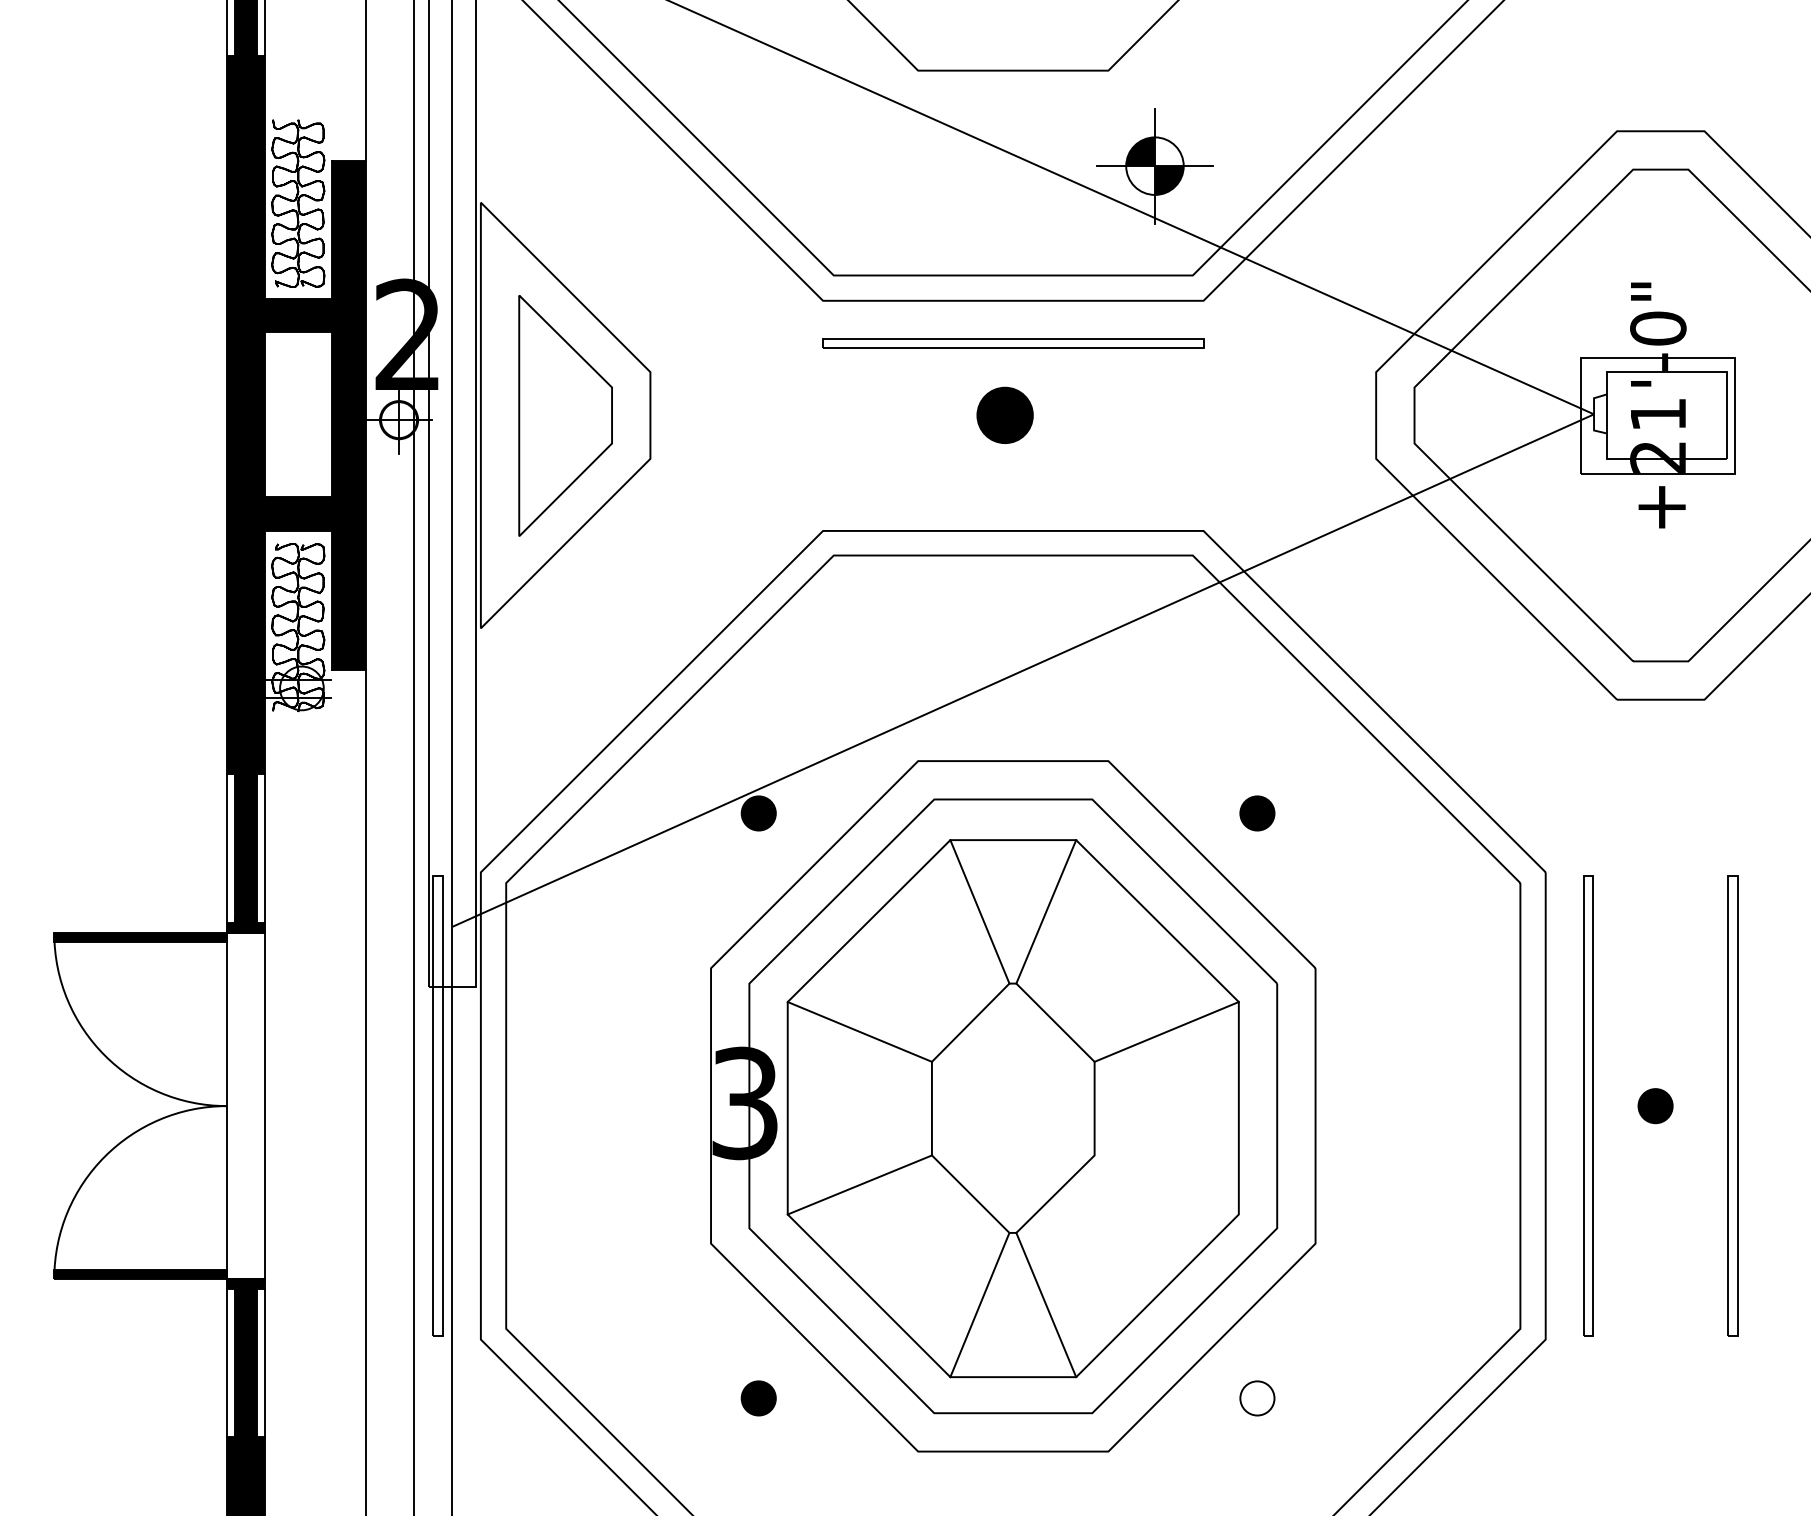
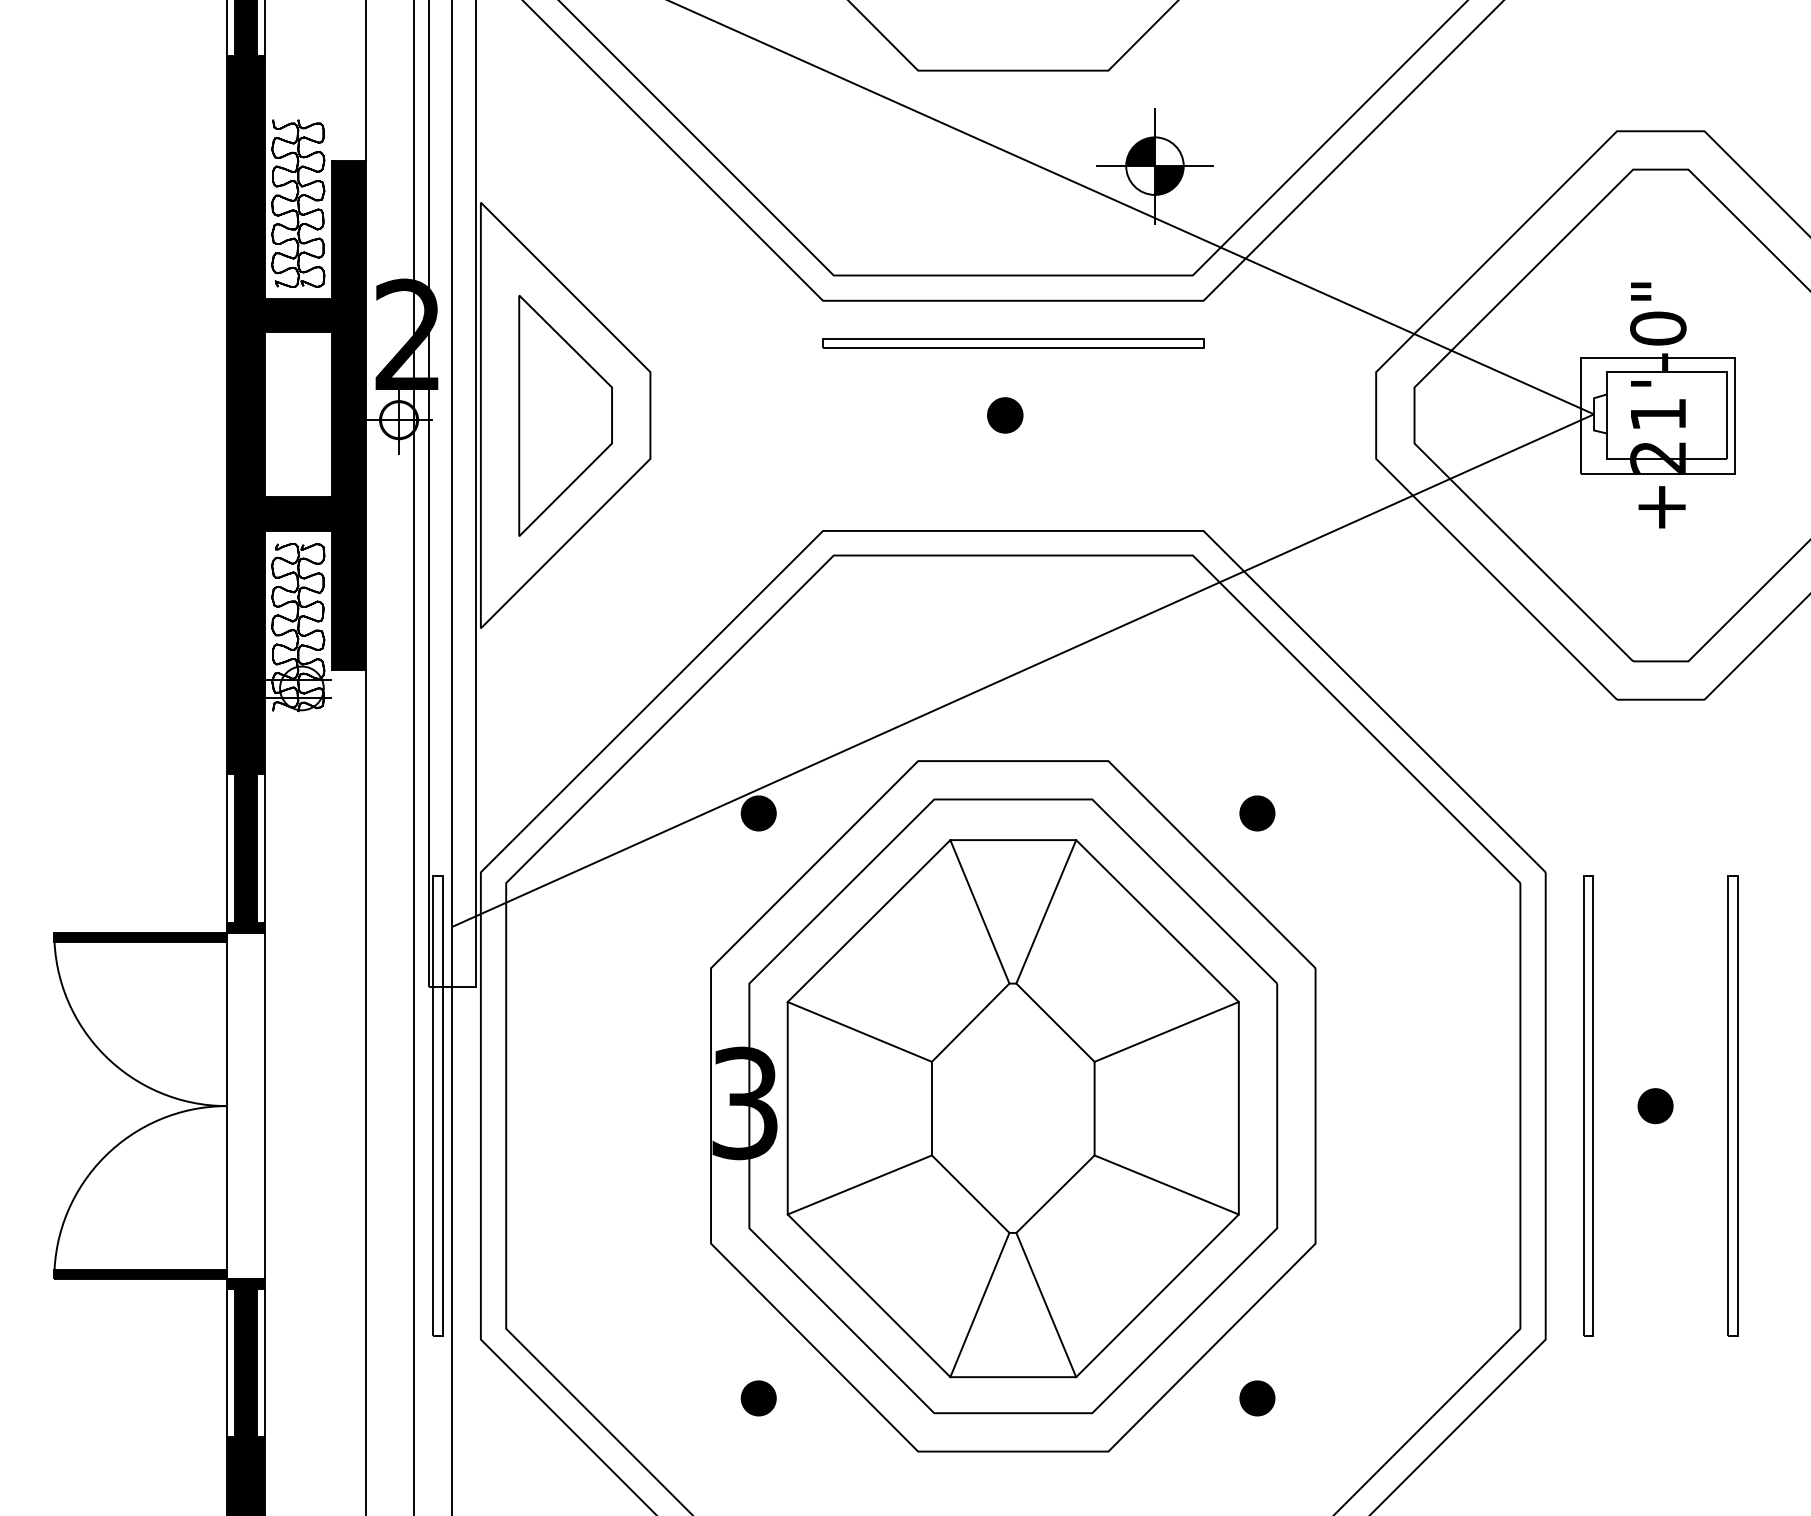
part at (1004, 414) size: 58x58 px -> 37x37 px
line at (1166, 1184): none -> present
fill at (1257, 1398): none -> present
